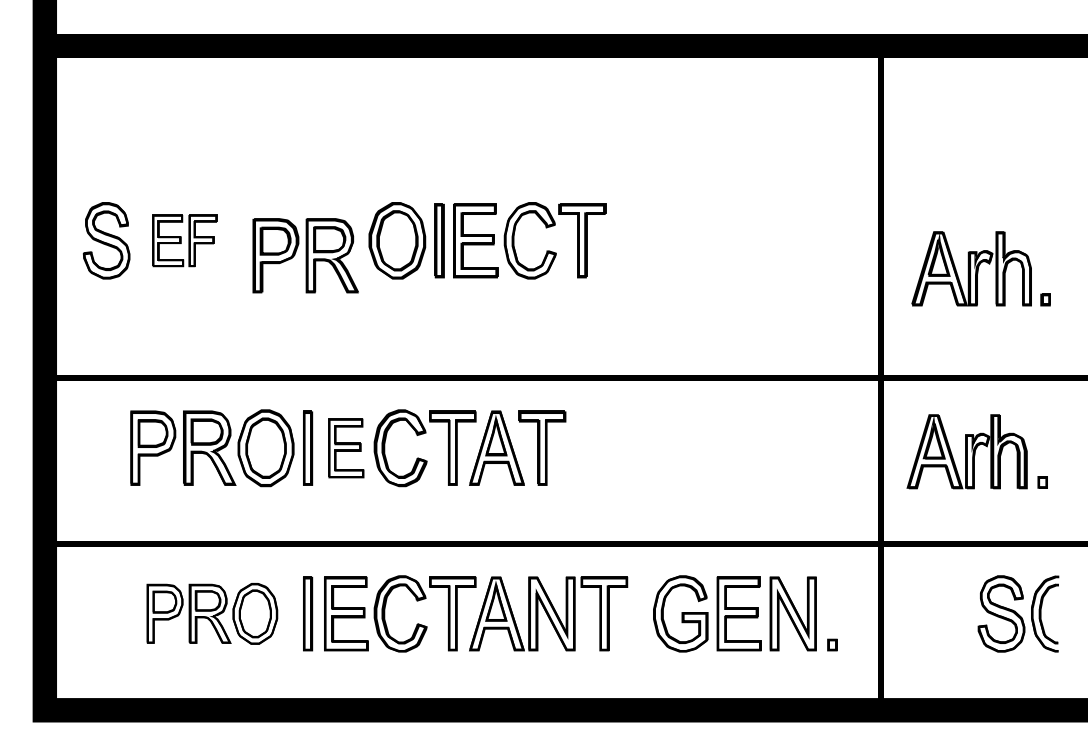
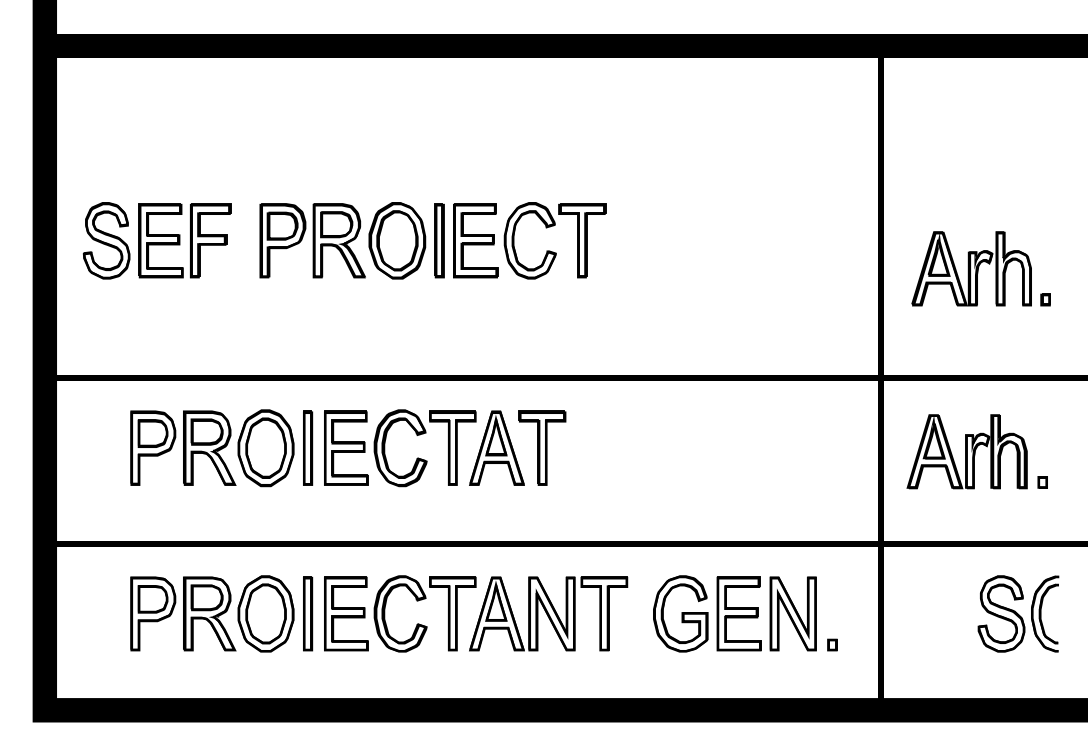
part at (184, 240) size: 66x54 px -> 94x76 px
part at (305, 255) position: (305, 255) -> (312, 240)
part at (346, 448) size: 37x61 px -> 45x76 px
part at (212, 613) size: 133x62 px -> 165x78 px
